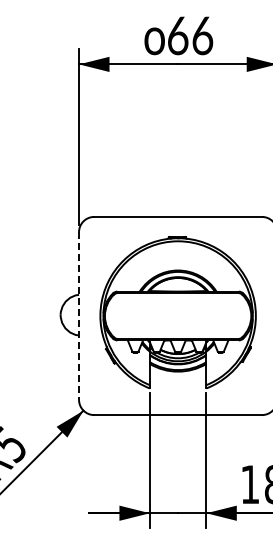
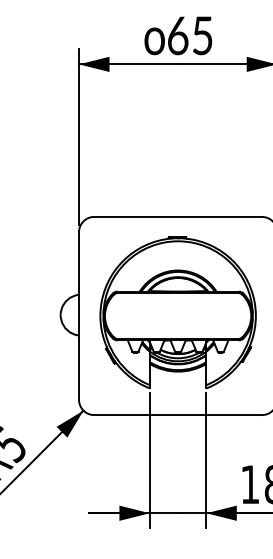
text at (202, 35): 66 -> 65
line at (79, 316): dashed -> solid
